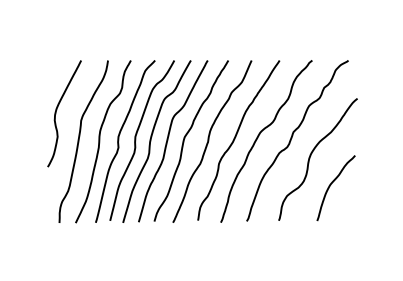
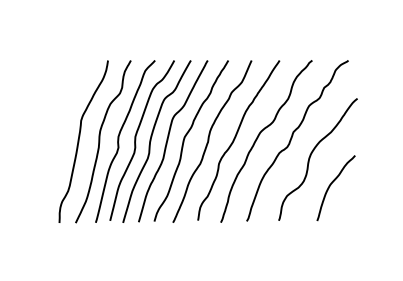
curve at (57, 110): present -> none
